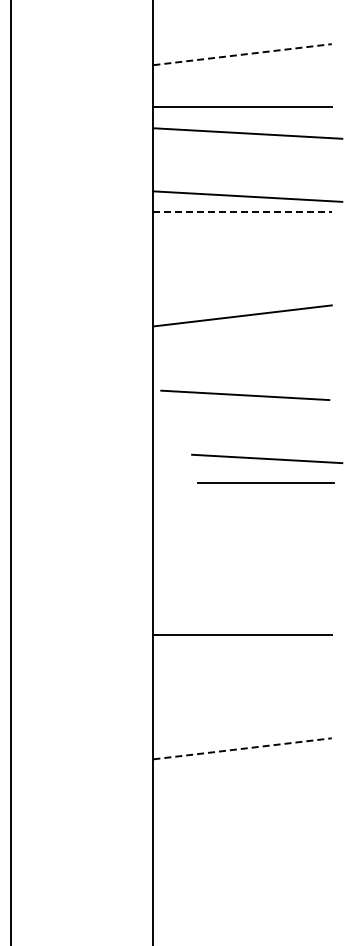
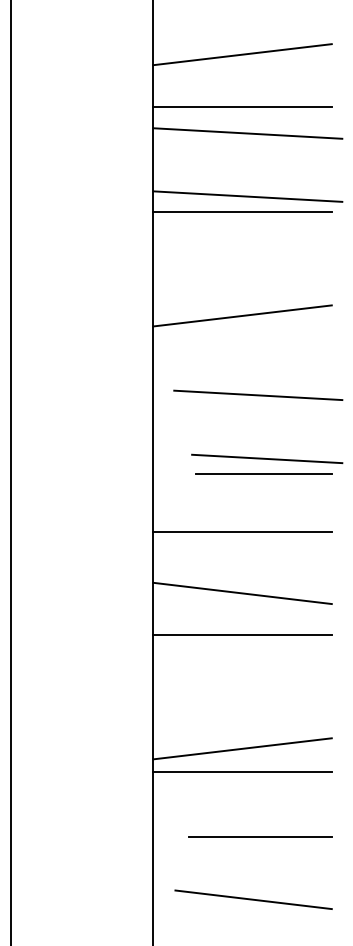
line at (242, 54): dashed -> solid
line at (243, 212): dashed -> solid
line at (245, 394) position: (245, 394) -> (258, 394)
line at (265, 482) position: (265, 482) -> (263, 473)
line at (242, 532): none -> present
line at (242, 593): none -> present
line at (242, 748): dashed -> solid
line at (242, 771): none -> present
line at (260, 836): none -> present
line at (253, 899): none -> present
